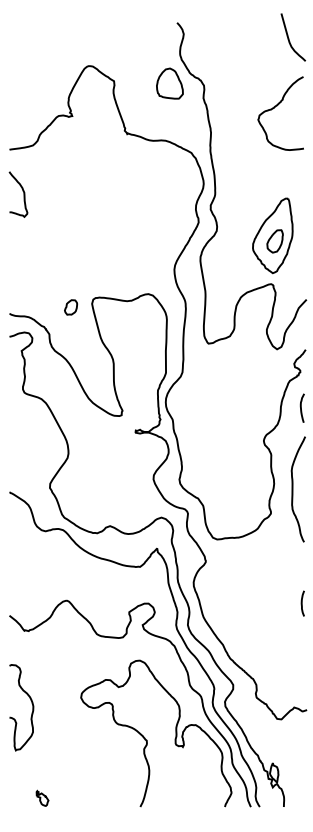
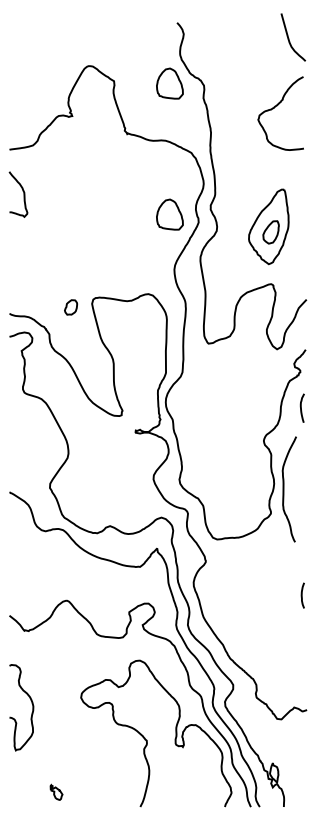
part at (169, 214): none -> present
part at (272, 235) position: (272, 235) -> (268, 226)
curve at (293, 489) position: (293, 489) -> (284, 489)
curve at (302, 603) position: (302, 603) -> (302, 595)
part at (42, 797) position: (42, 797) -> (56, 791)
